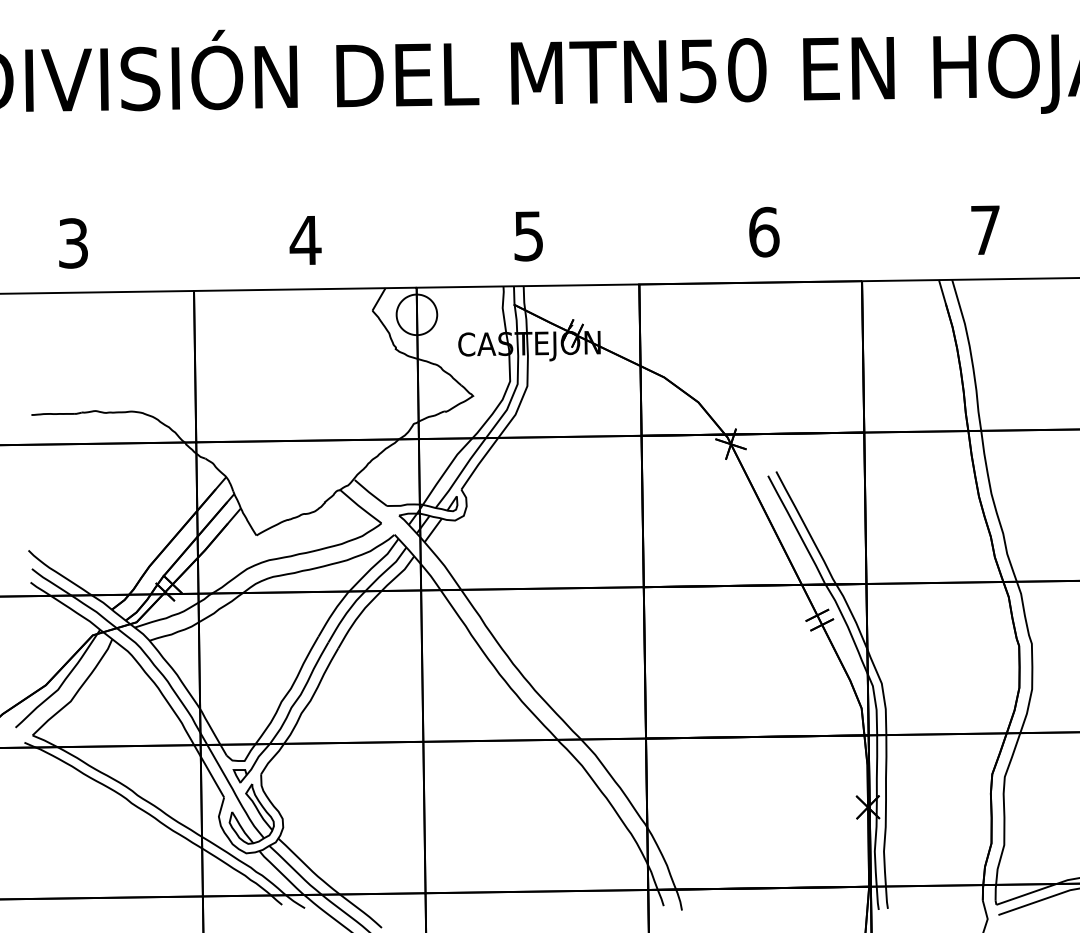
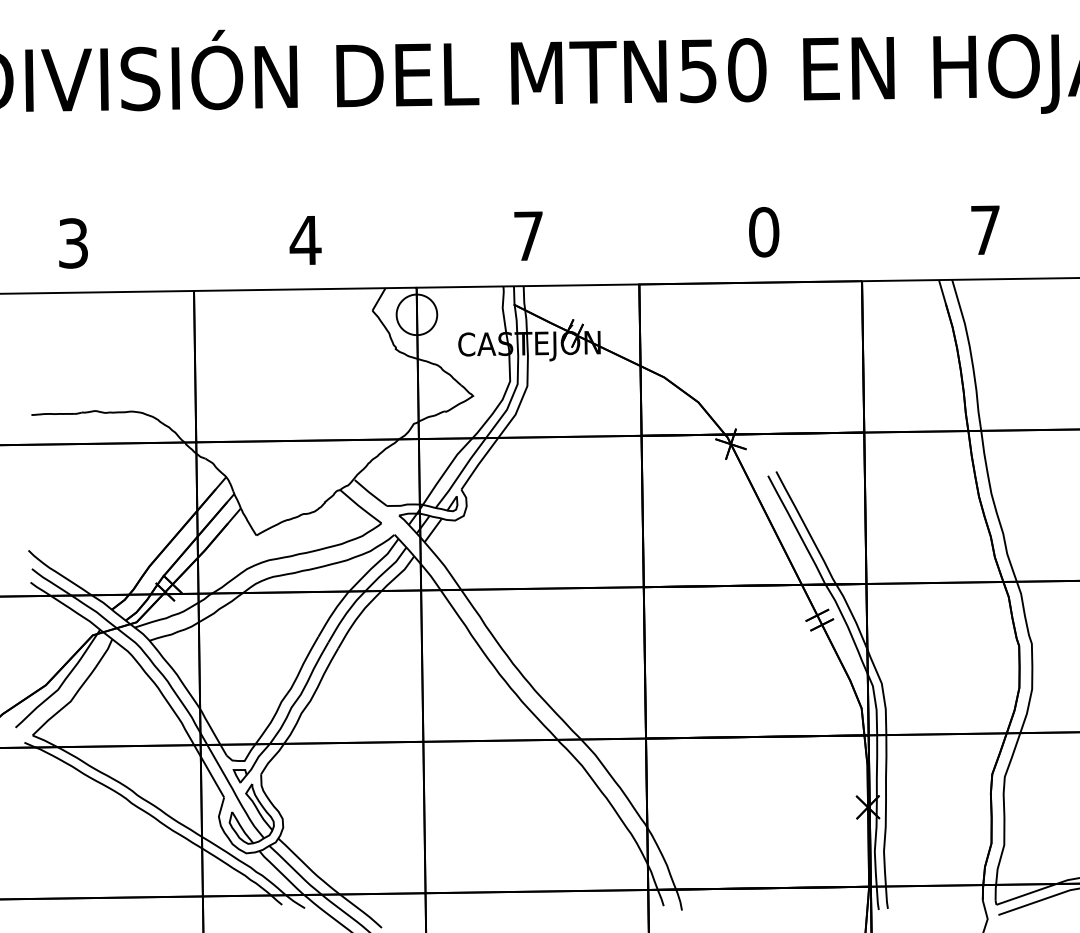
text at (764, 231): 6 -> 0
text at (528, 236): 5 -> 7
